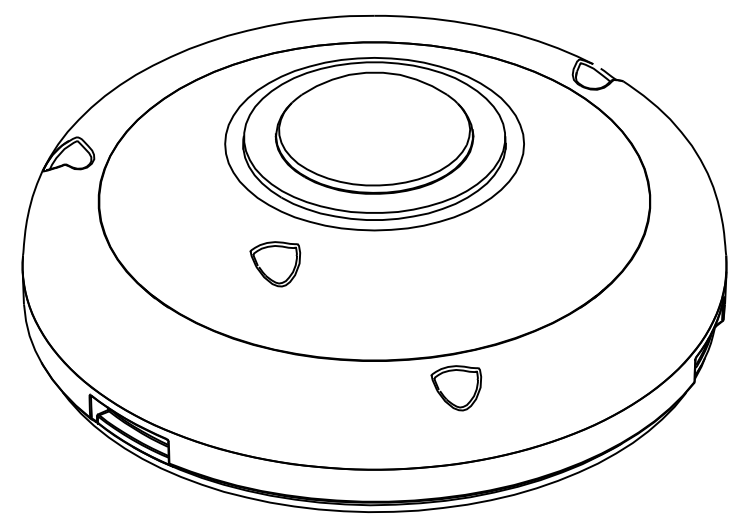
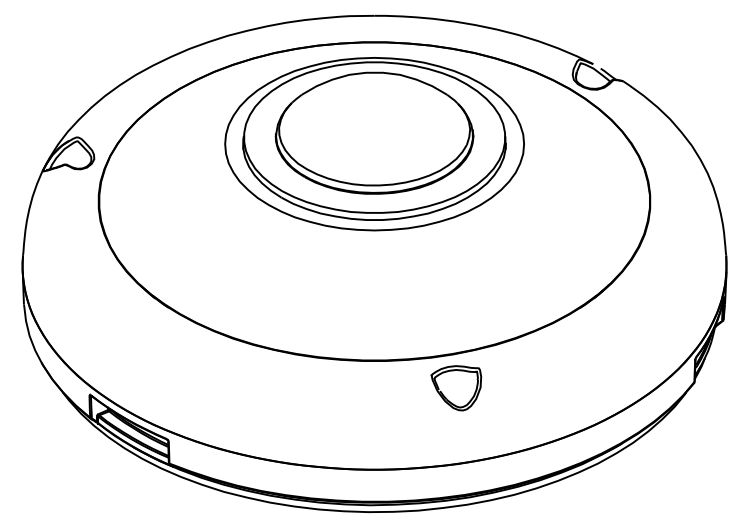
part at (275, 264): present -> none
